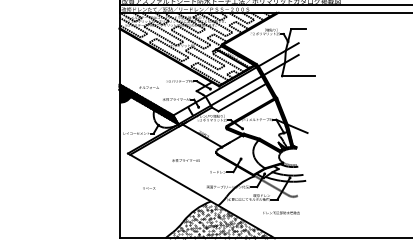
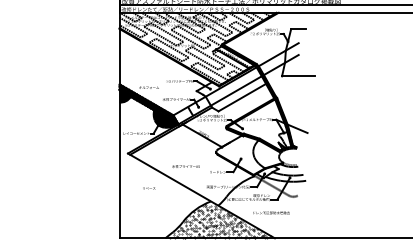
fill at (165, 118): none -> present
text at (185, 160) position: (185, 160) -> (185, 166)
text at (281, 212) position: (281, 212) -> (271, 212)
